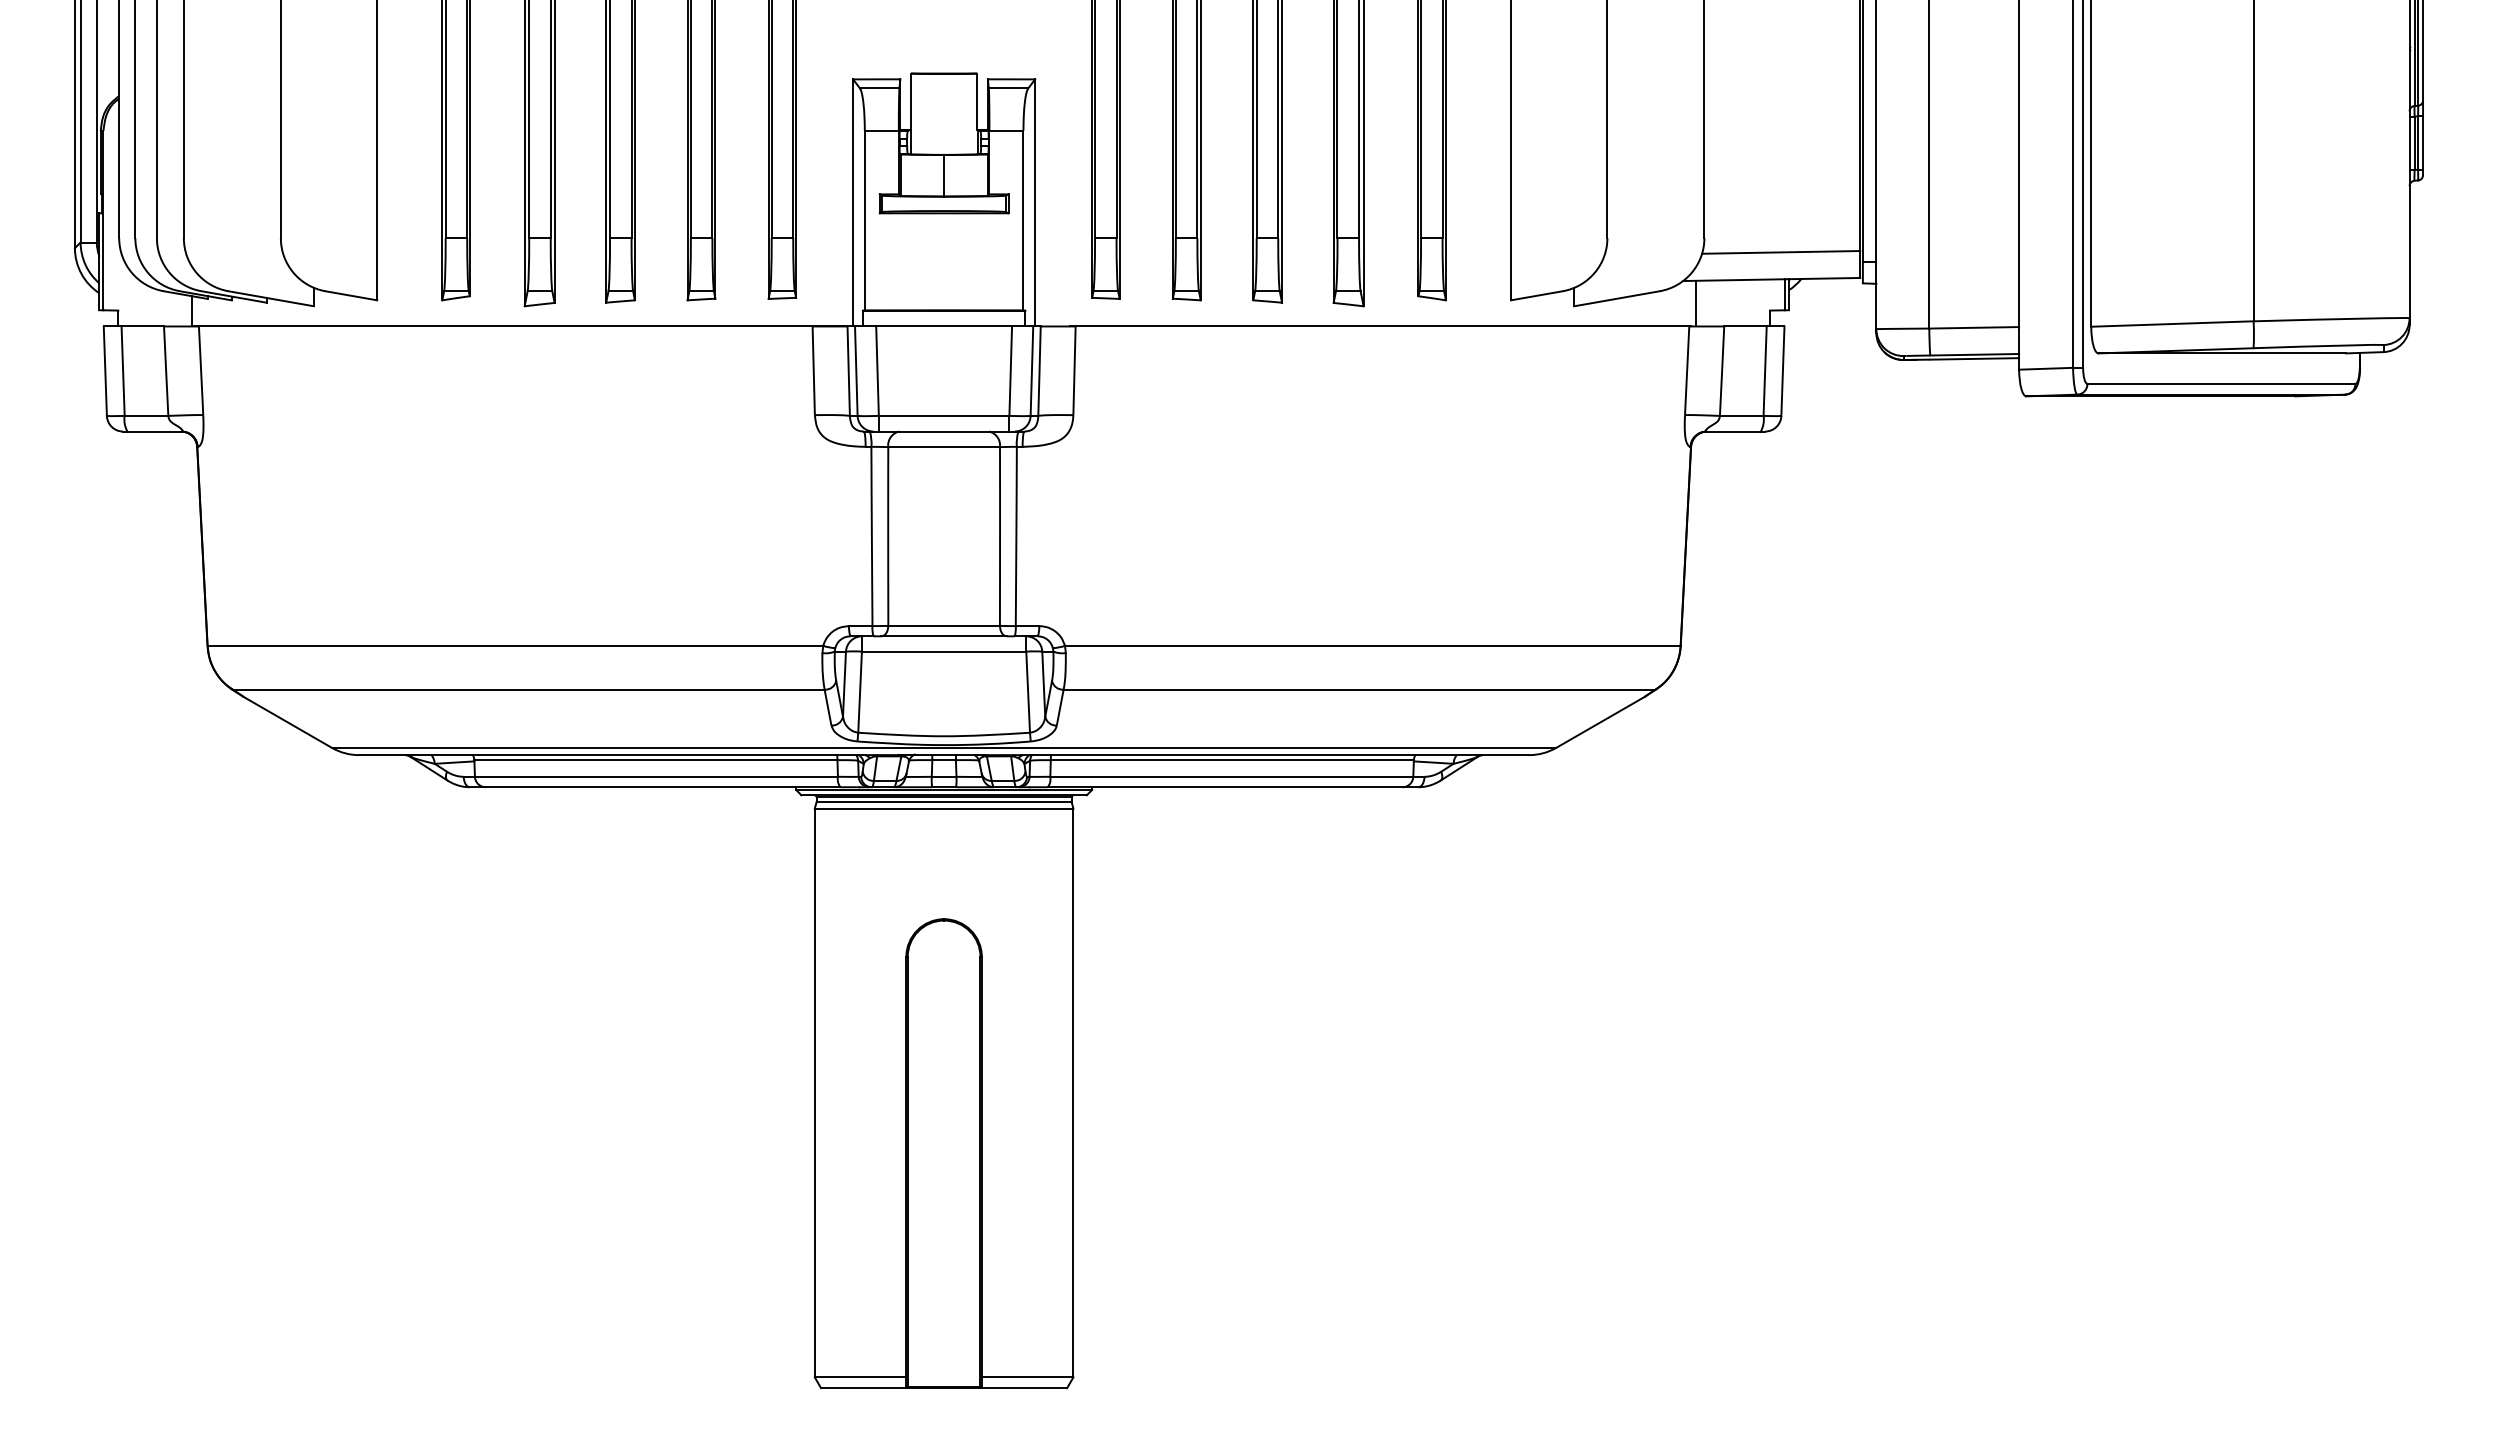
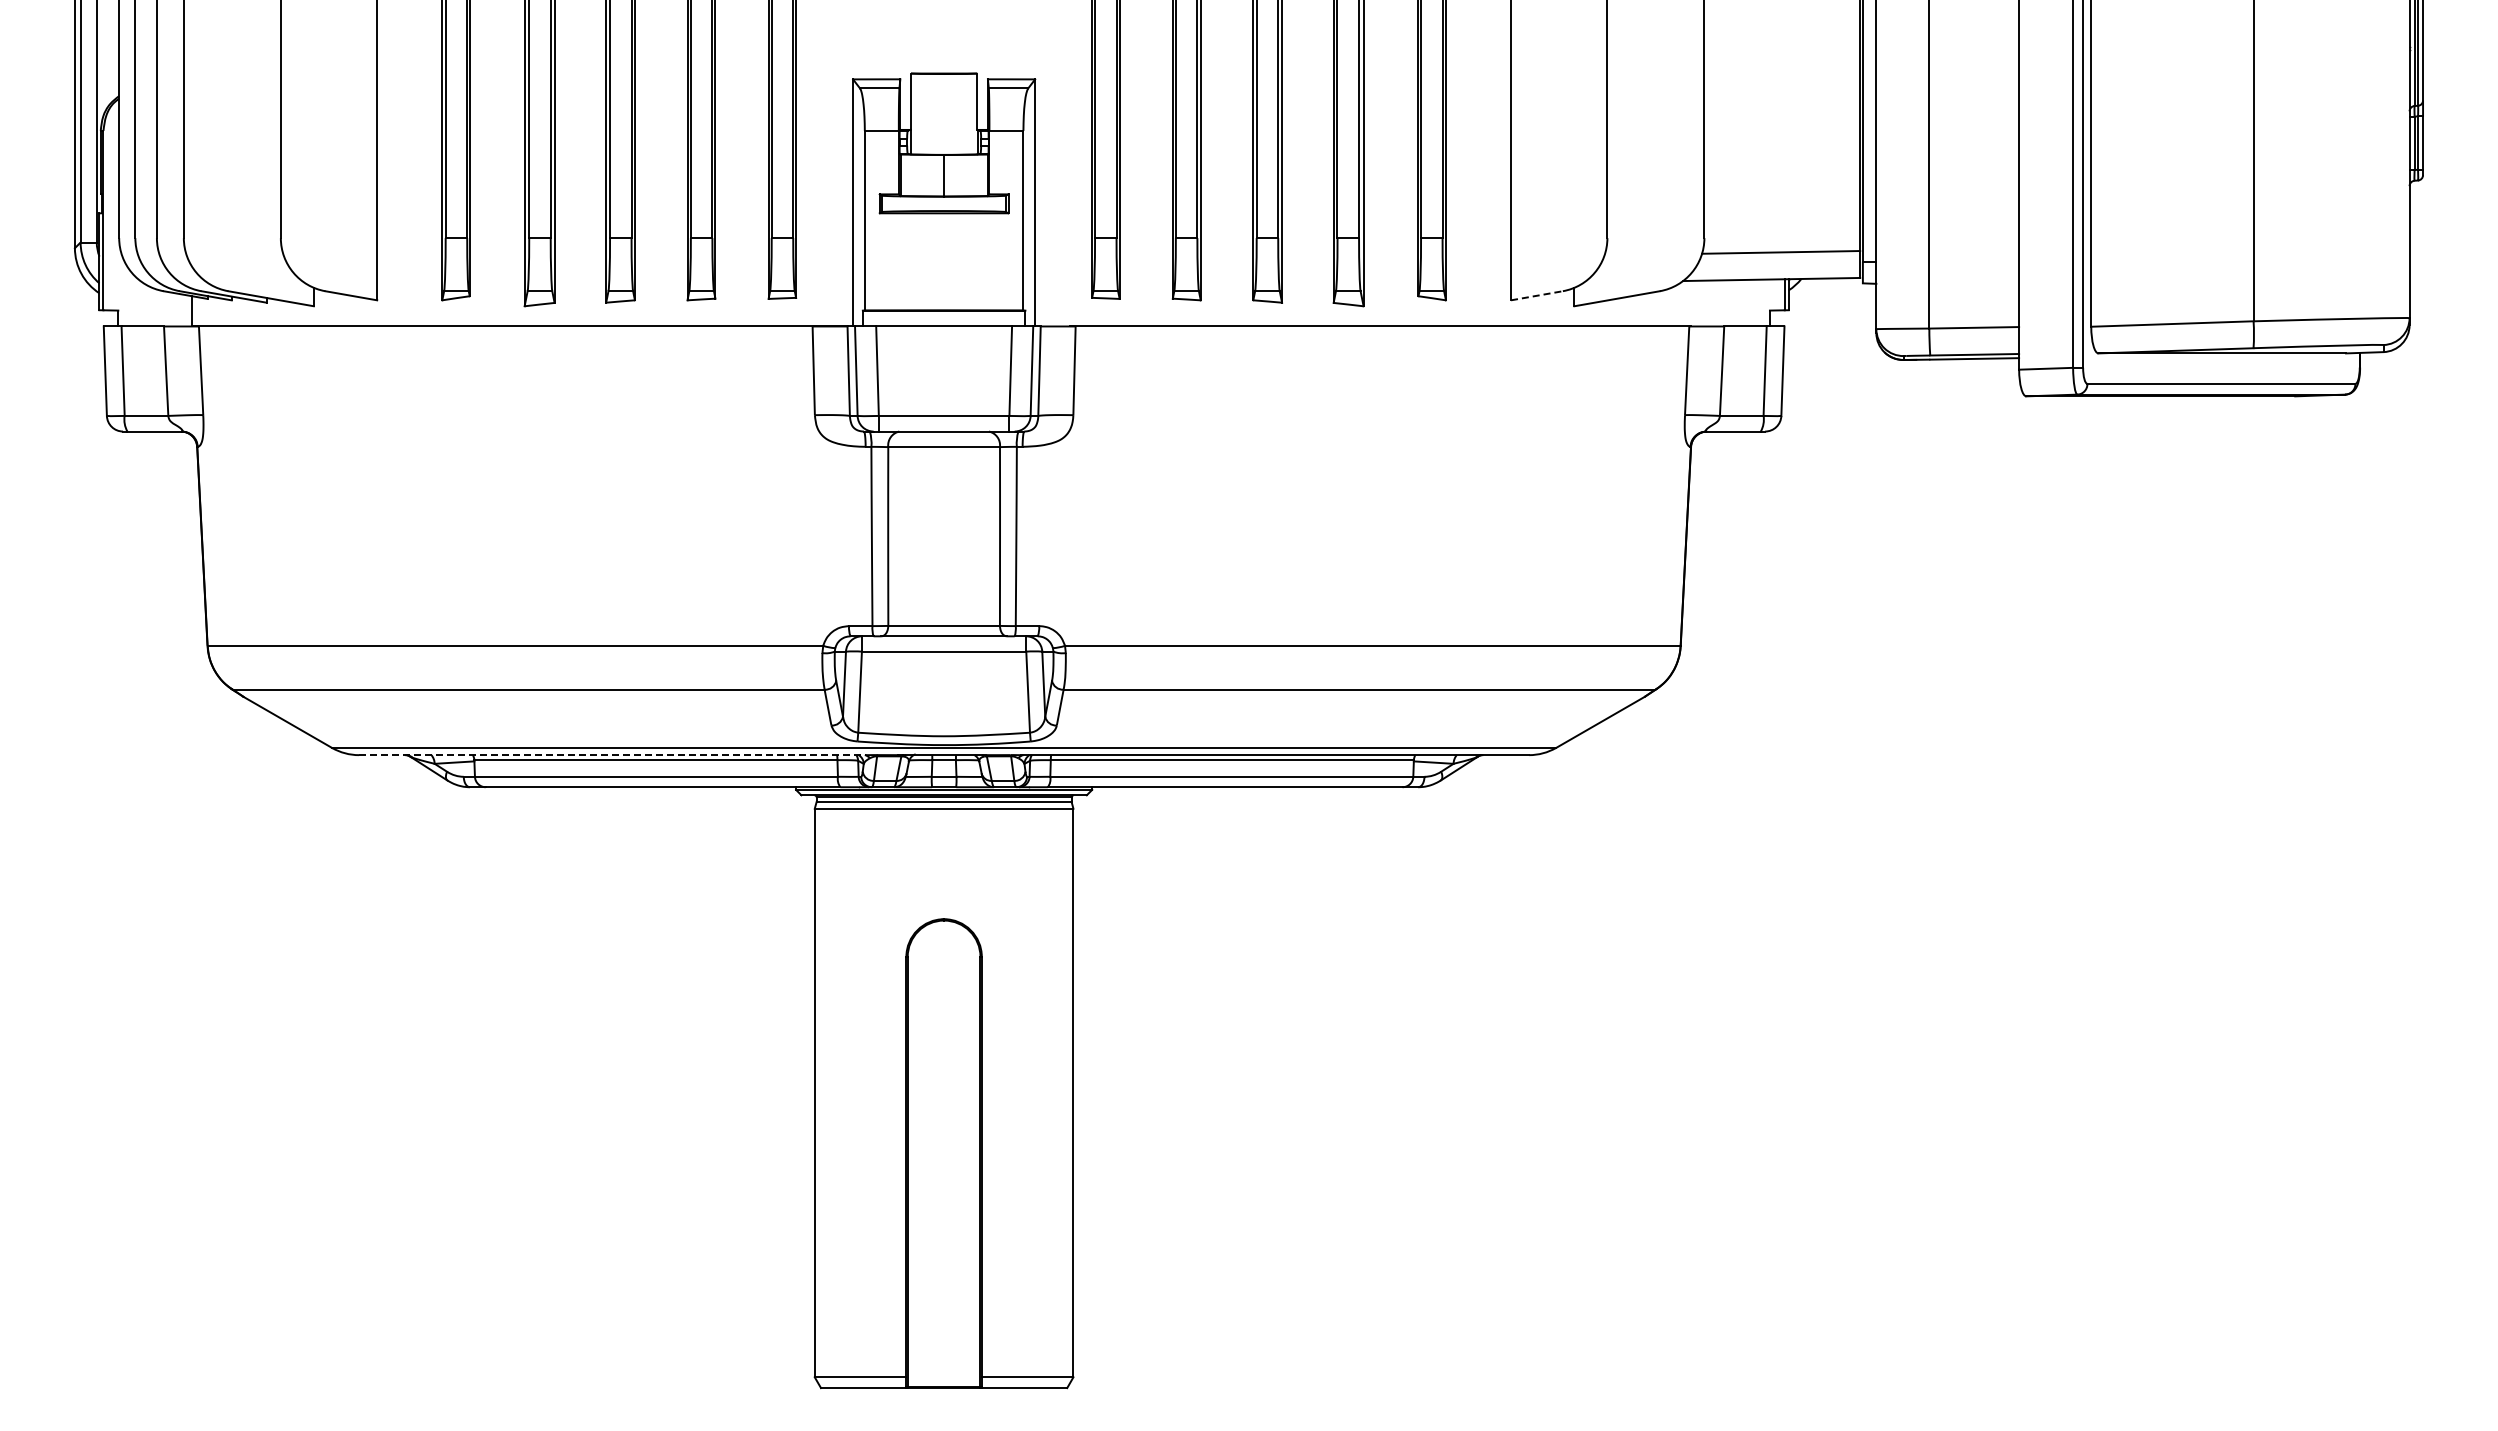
line at (1537, 295): solid -> dashed
line at (1695, 303): present -> none
line at (612, 755): solid -> dashed
